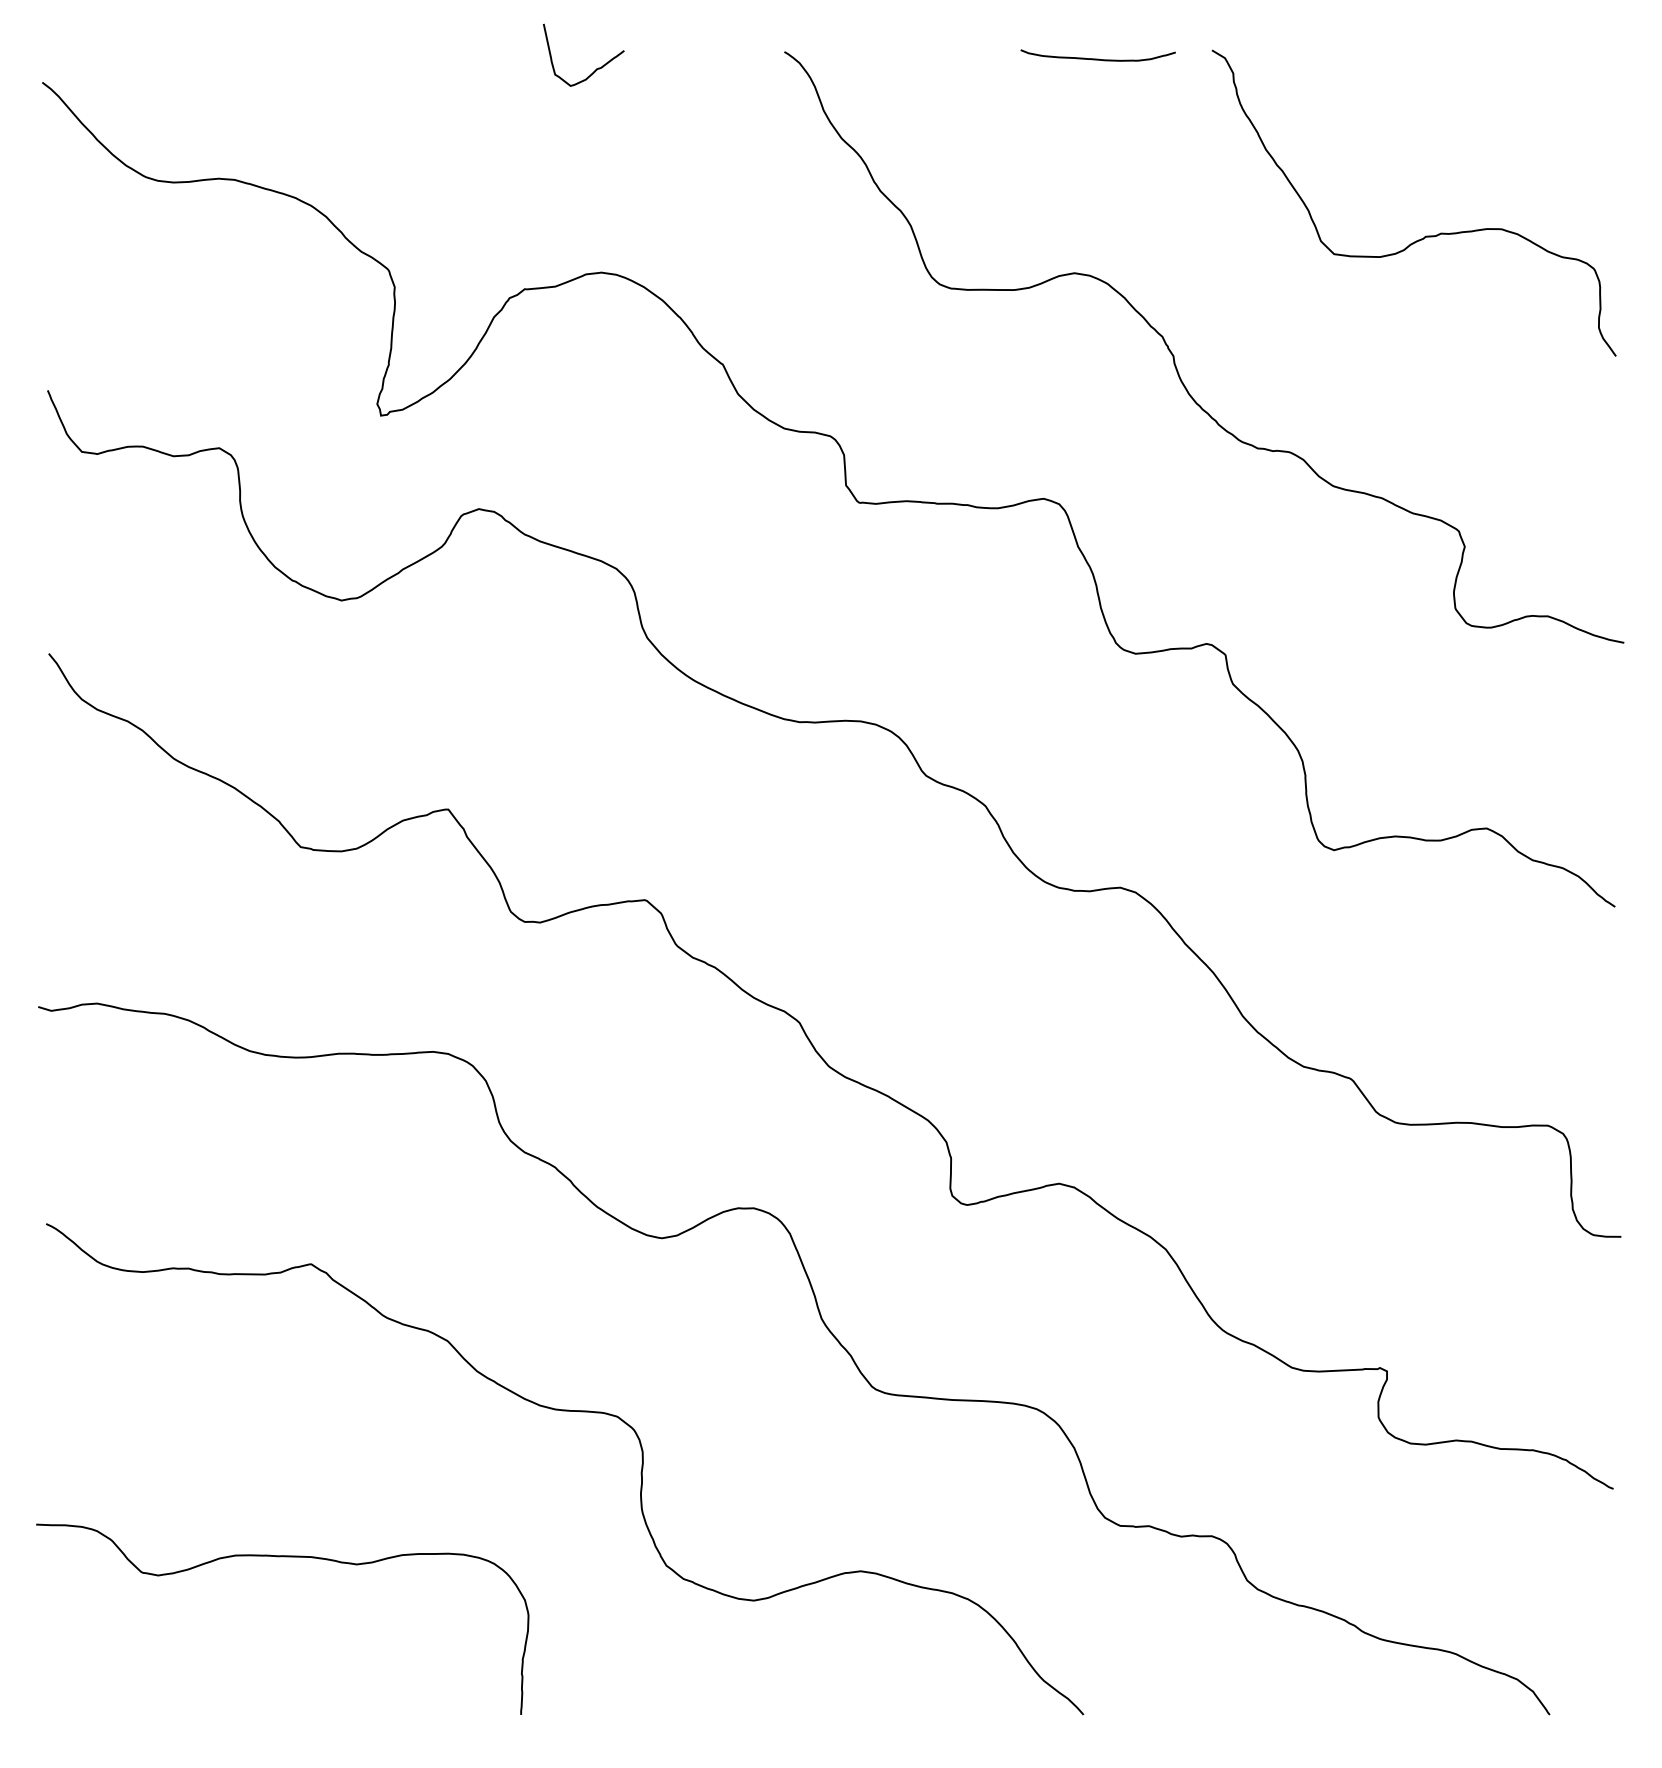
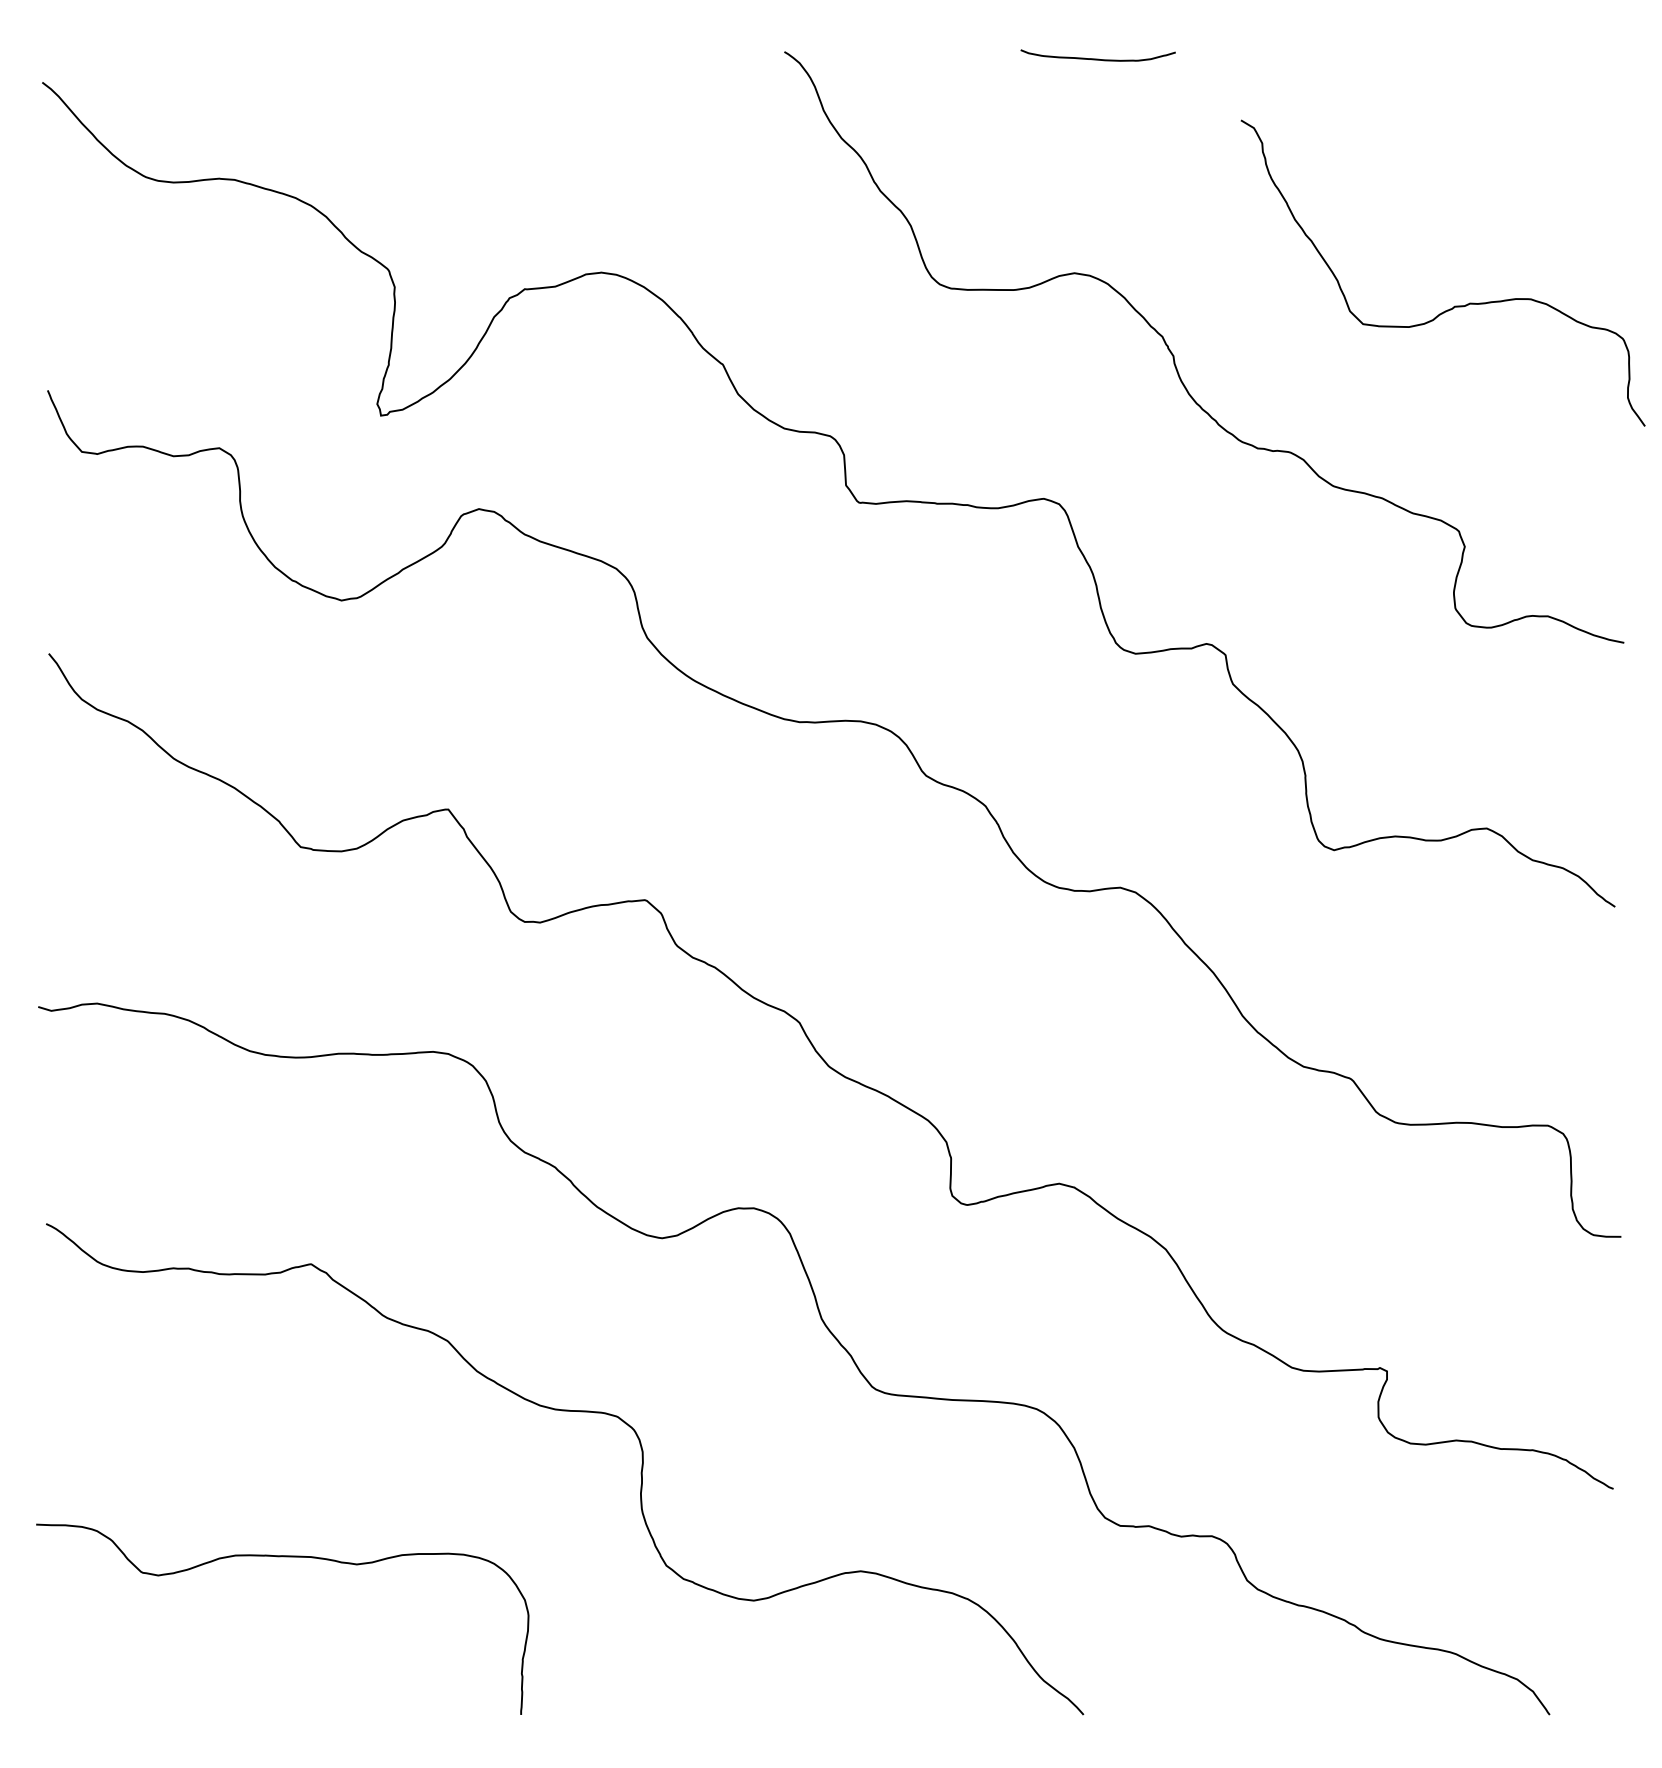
curve at (596, 68): present -> none
curve at (1425, 235) position: (1425, 235) -> (1454, 305)
